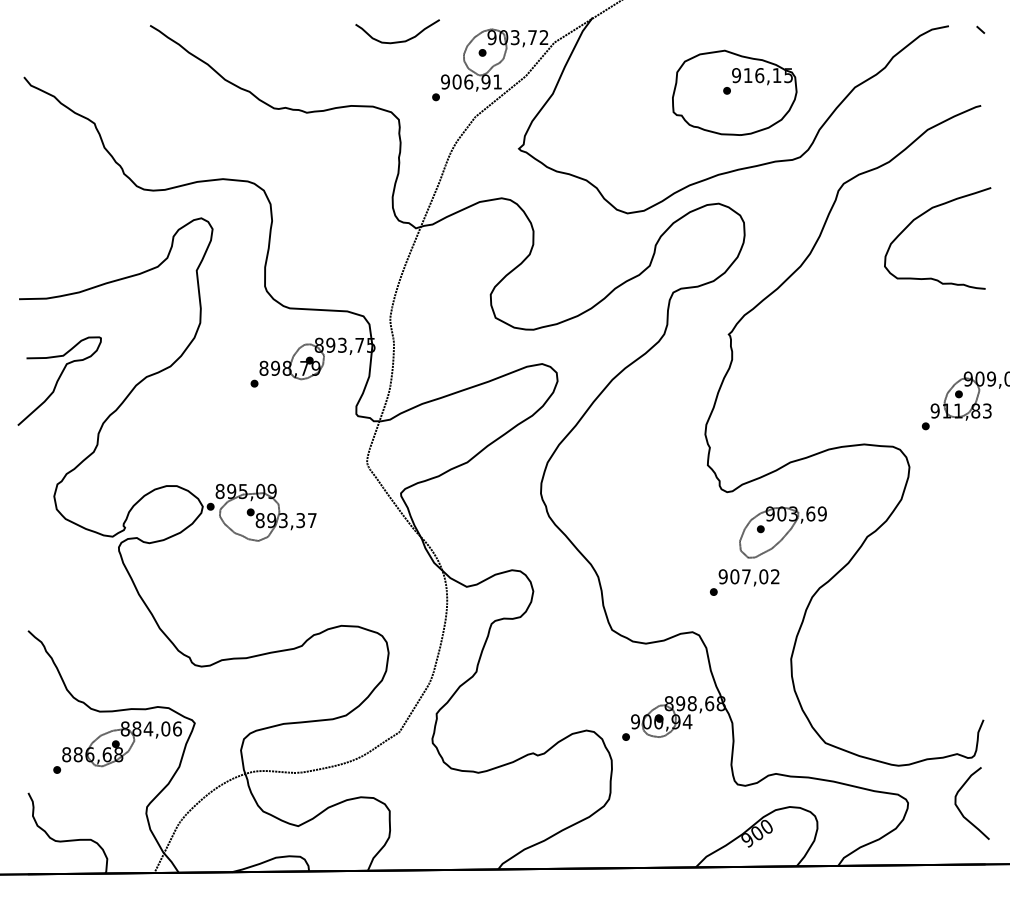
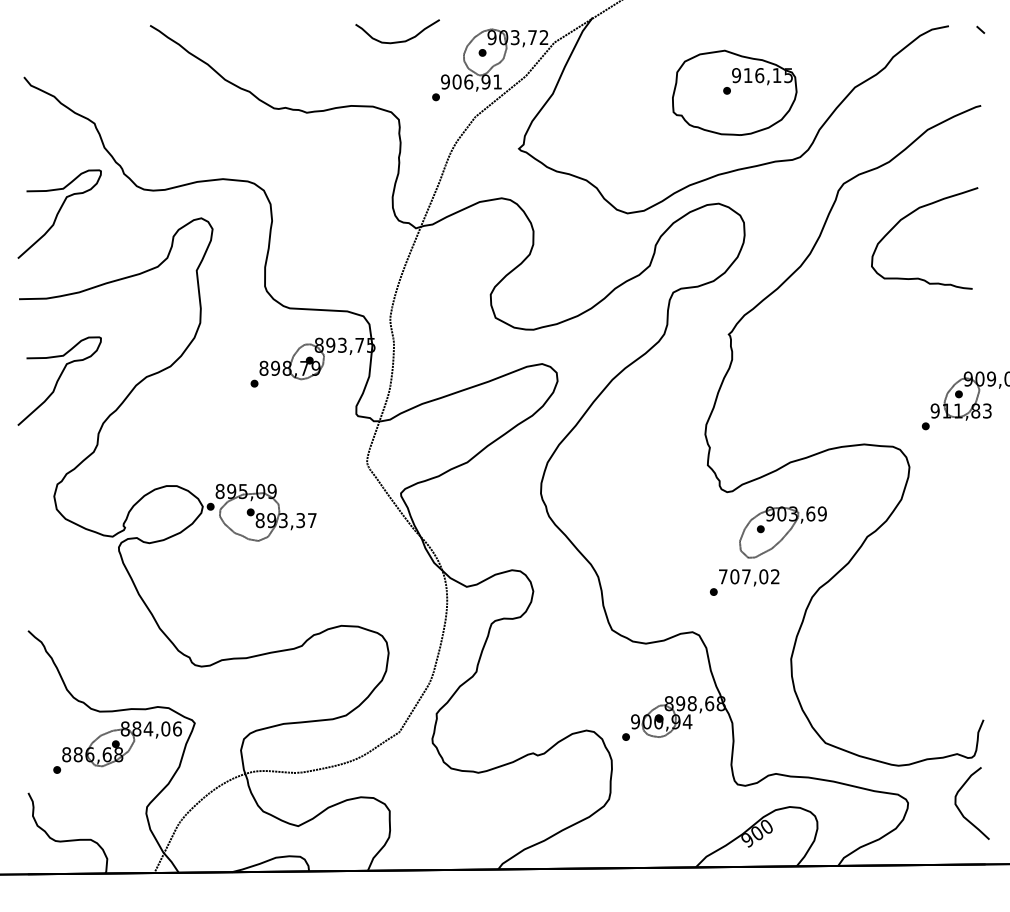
curve at (59, 212): none -> present
curve at (921, 216) position: (921, 216) -> (908, 216)
text at (722, 576): 907,02 -> 707,02
